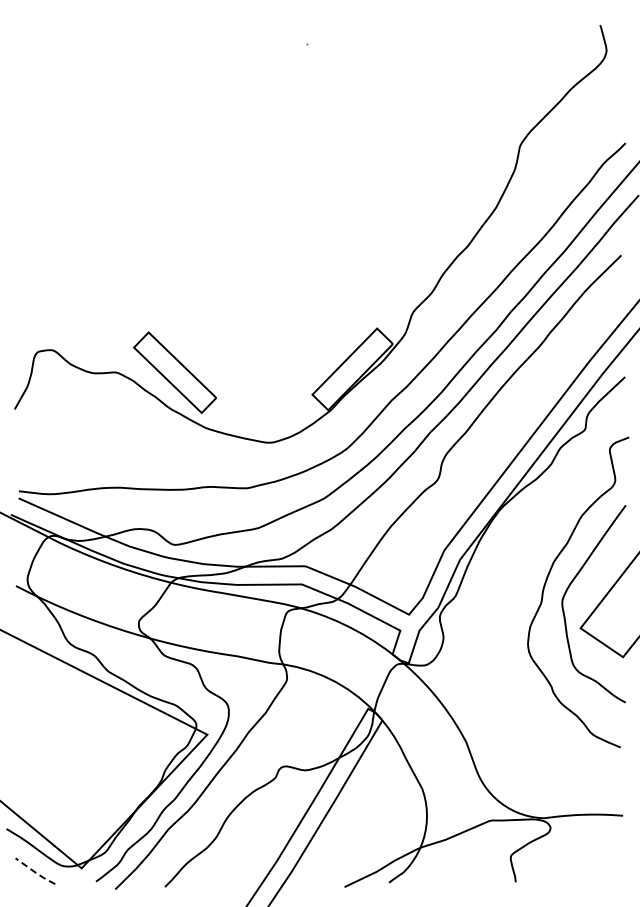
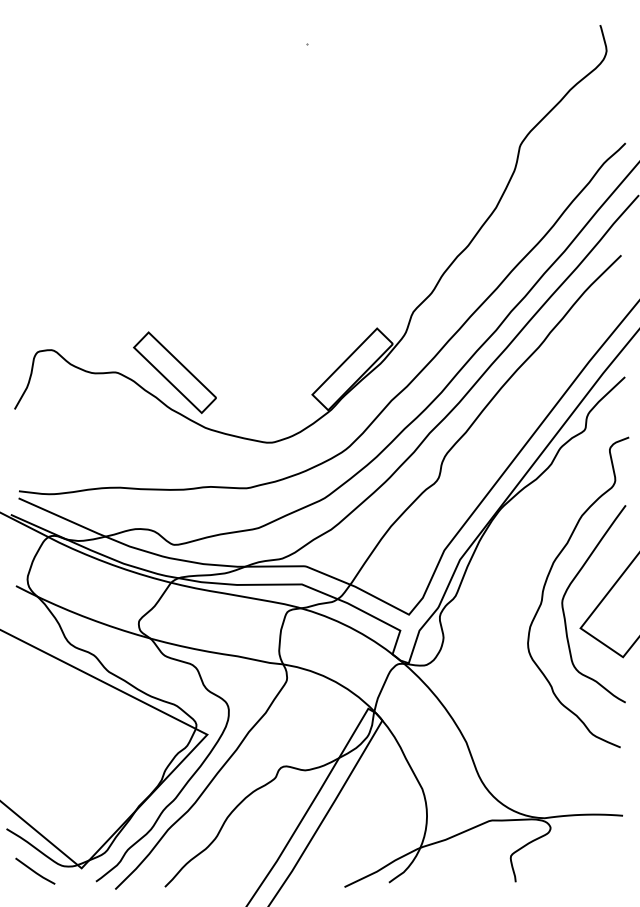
line at (35, 872): dashed -> solid
